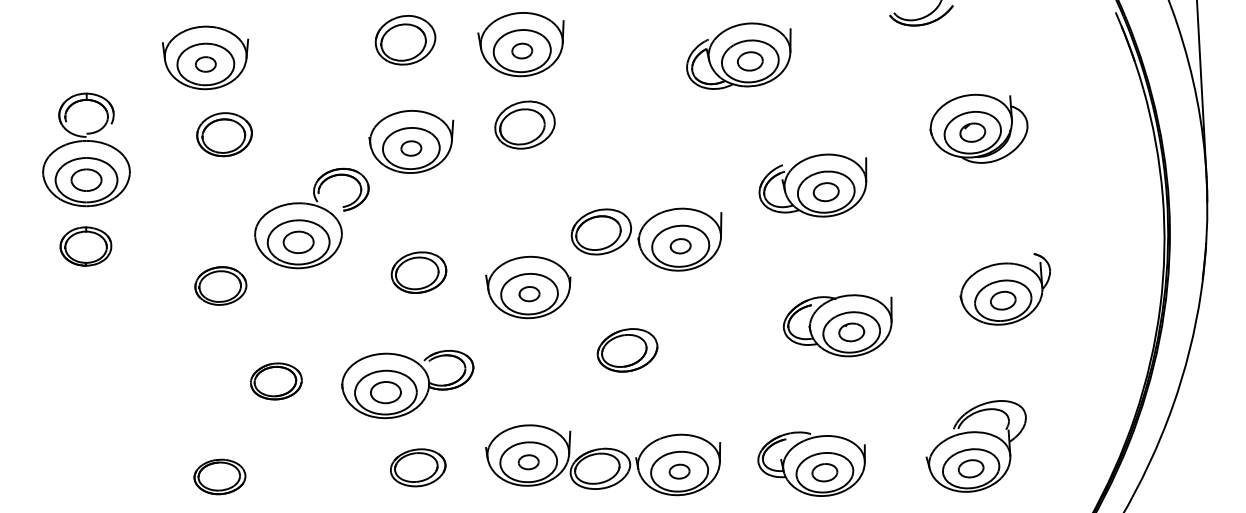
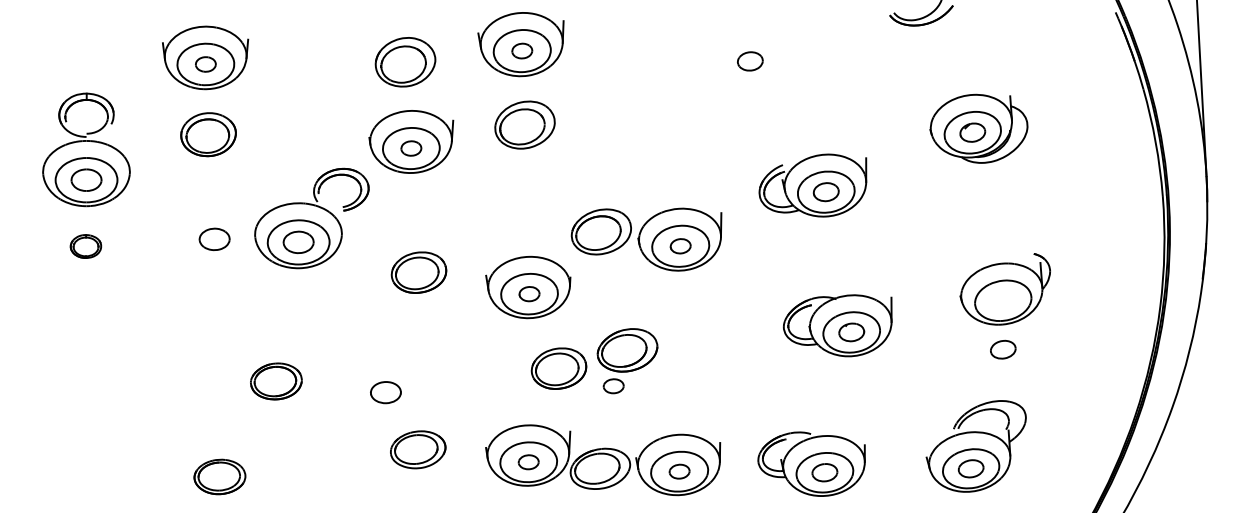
part at (405, 40) position: (405, 40) -> (405, 62)
part at (738, 55): present -> none
part at (224, 134) position: (224, 134) -> (208, 134)
part at (214, 239): none -> present
part at (85, 246) size: 54x41 px -> 34x25 px
part at (220, 285): present -> none
part at (1003, 300) position: (1003, 300) -> (1003, 349)
part at (558, 368): none -> present
part at (407, 384): present -> none
part at (613, 386): none -> present
part at (418, 467) position: (418, 467) -> (418, 449)
